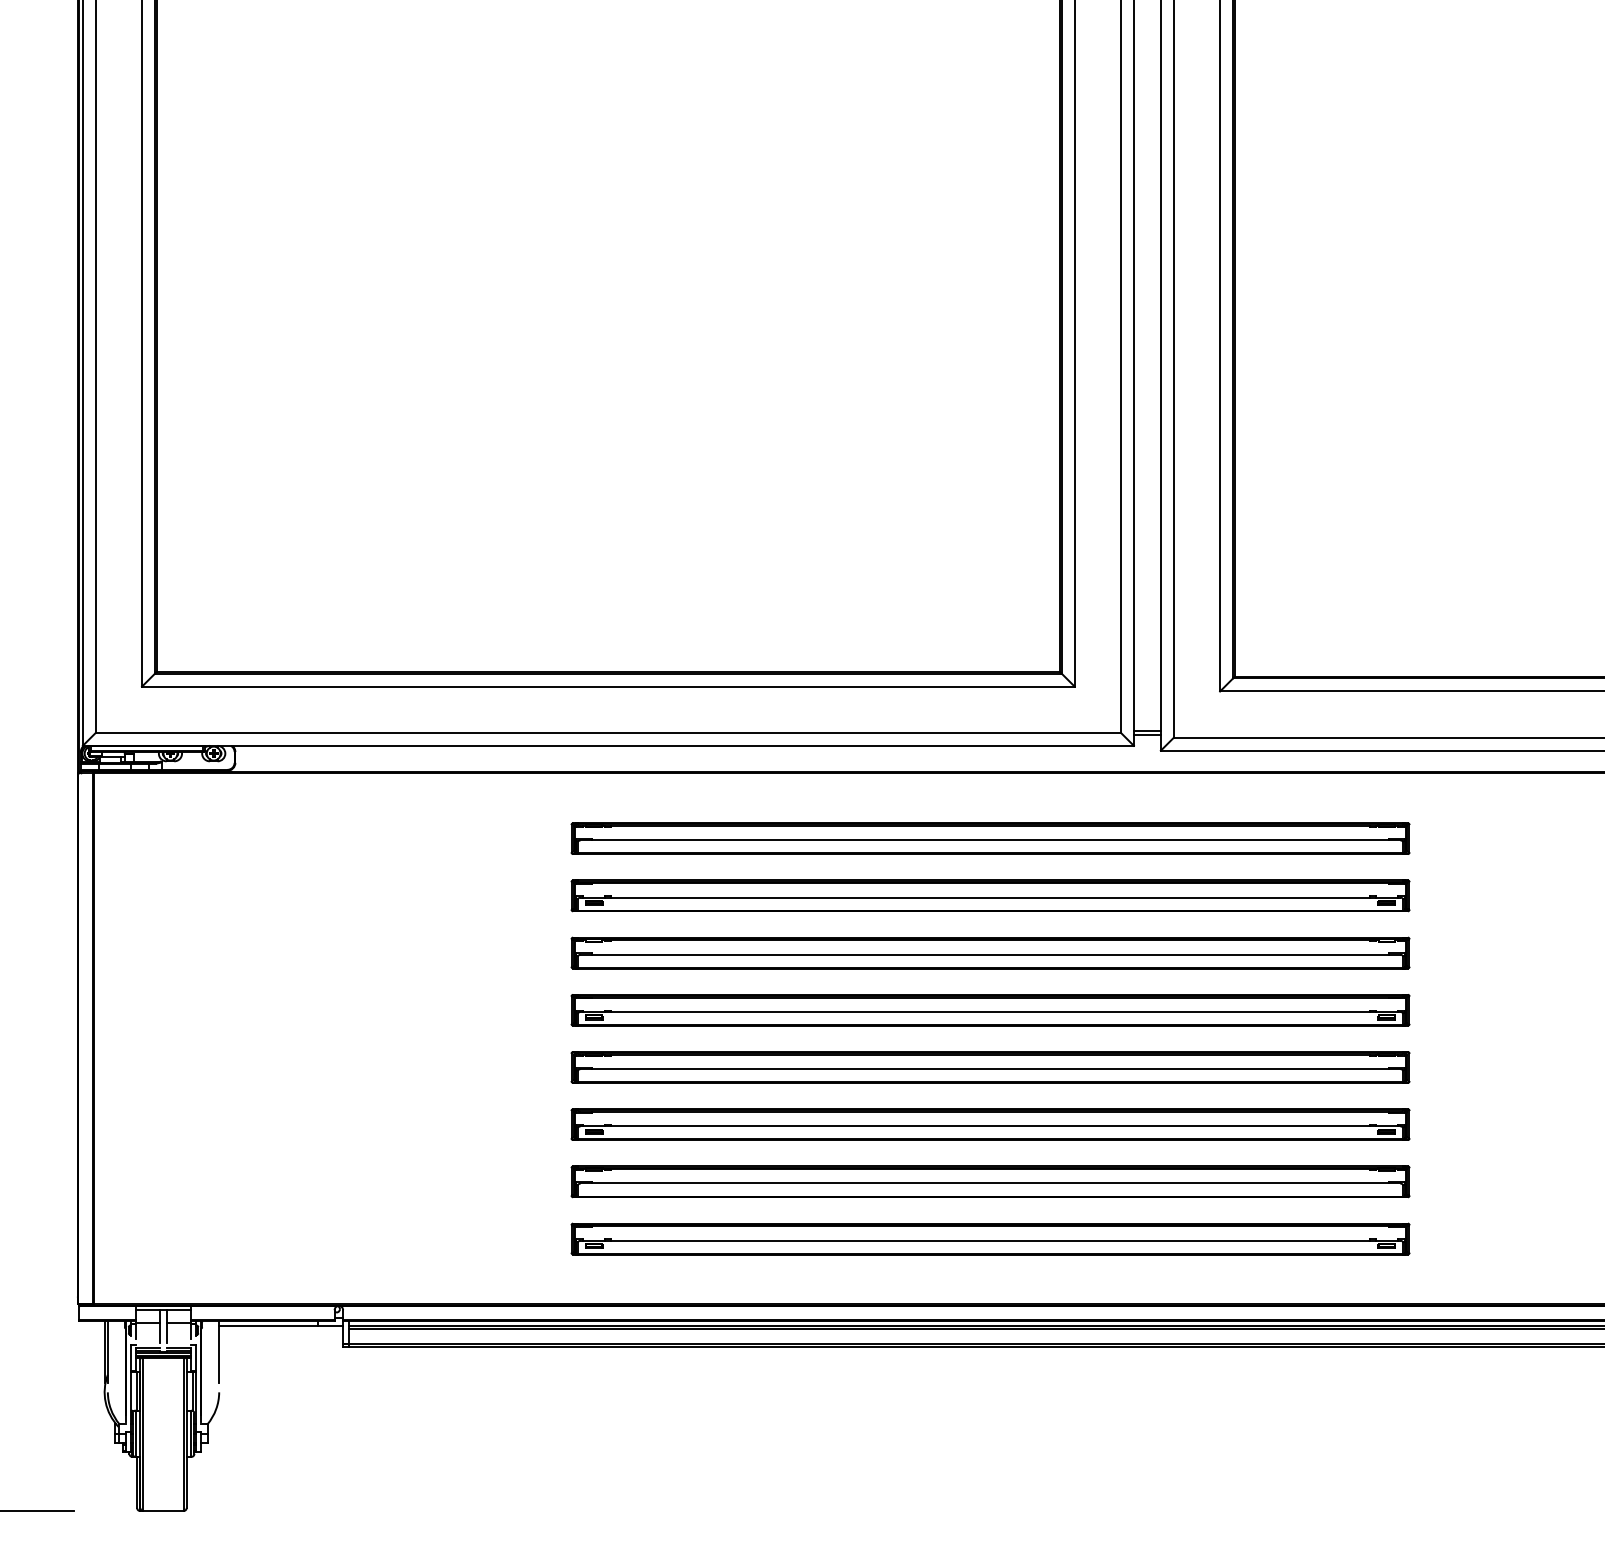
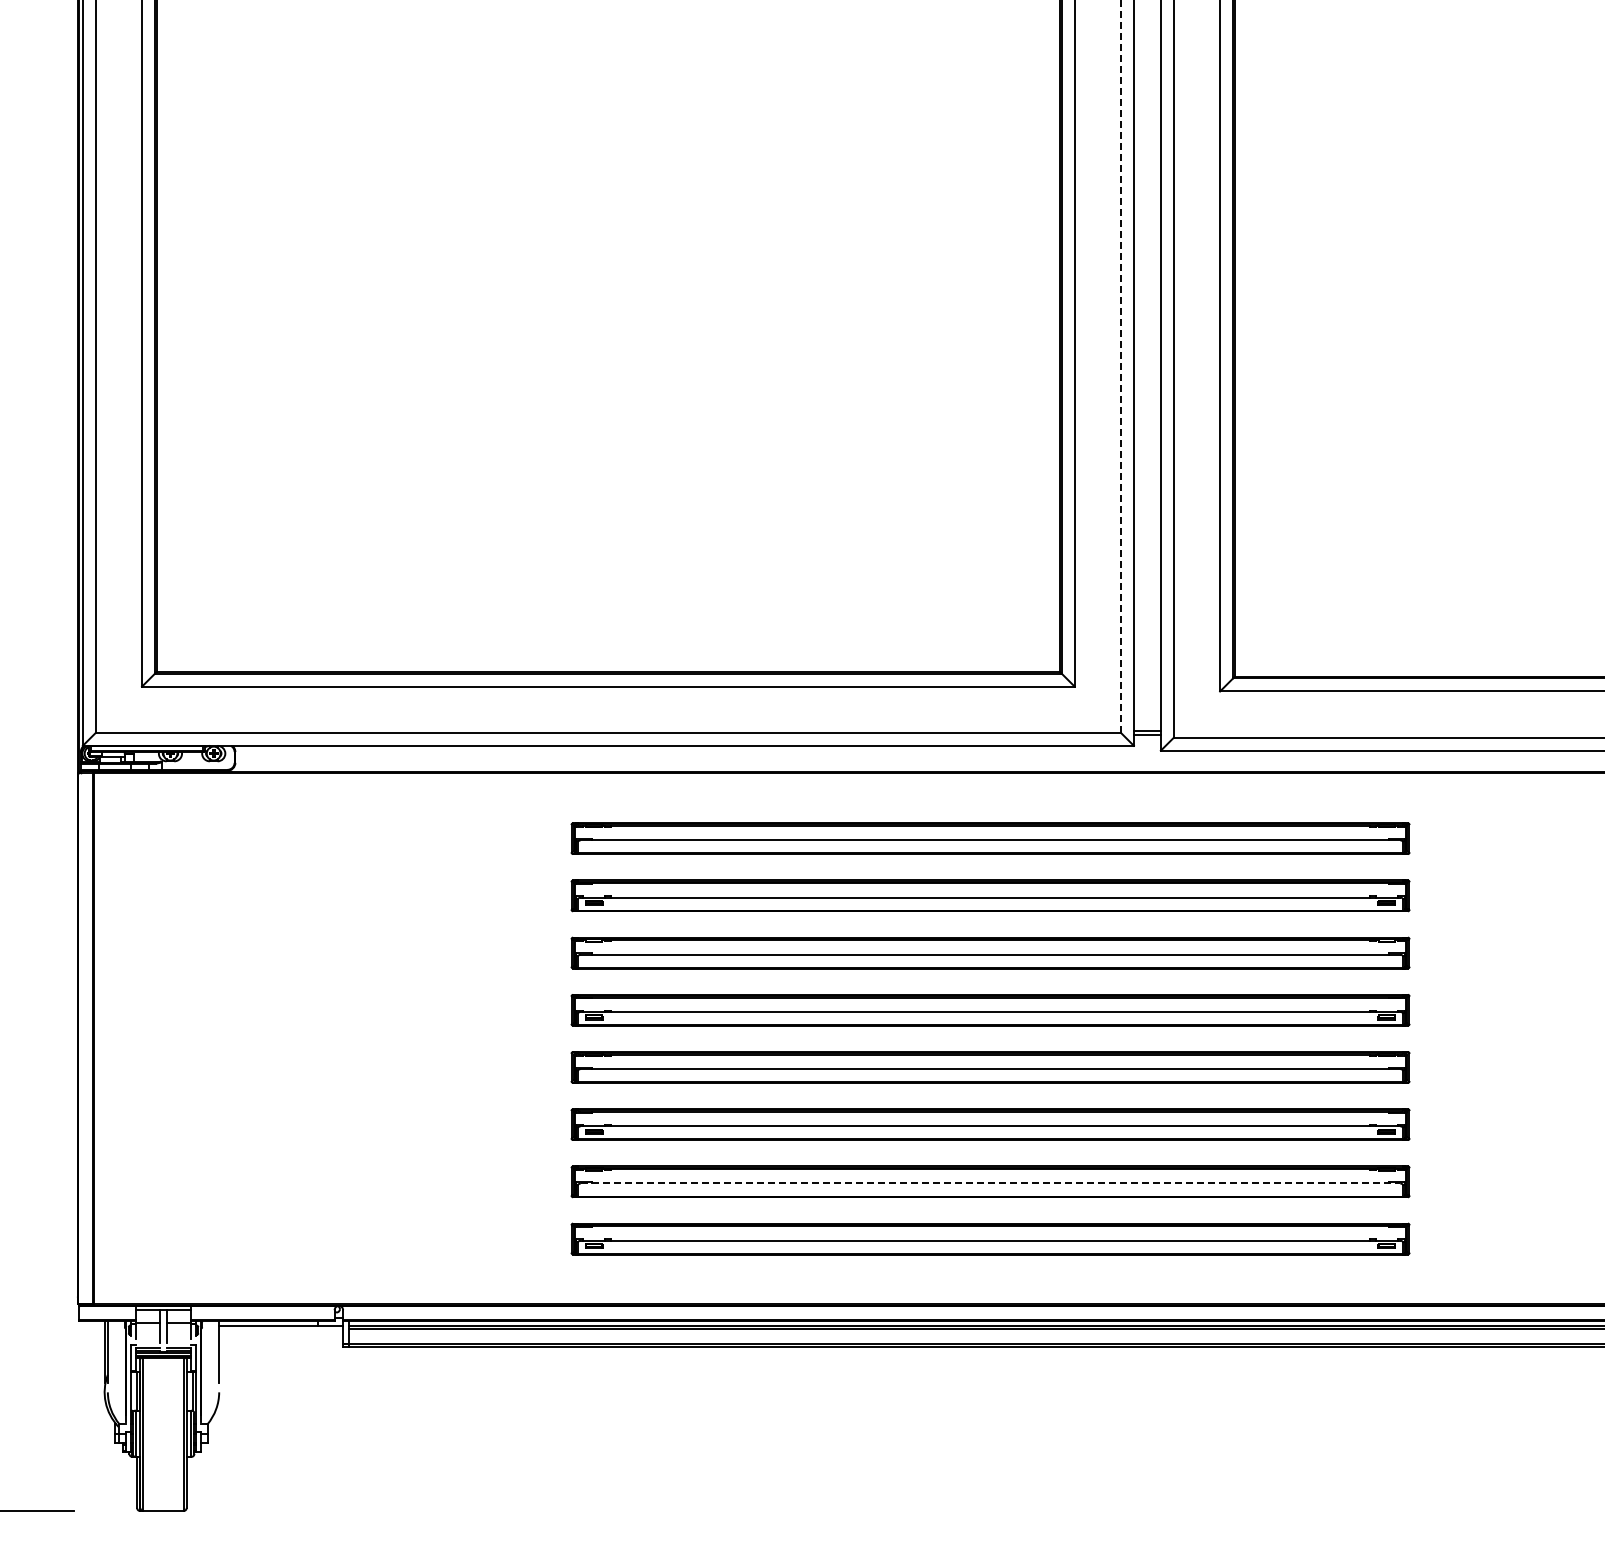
line at (1121, 366): solid -> dashed
line at (990, 1183): solid -> dashed
